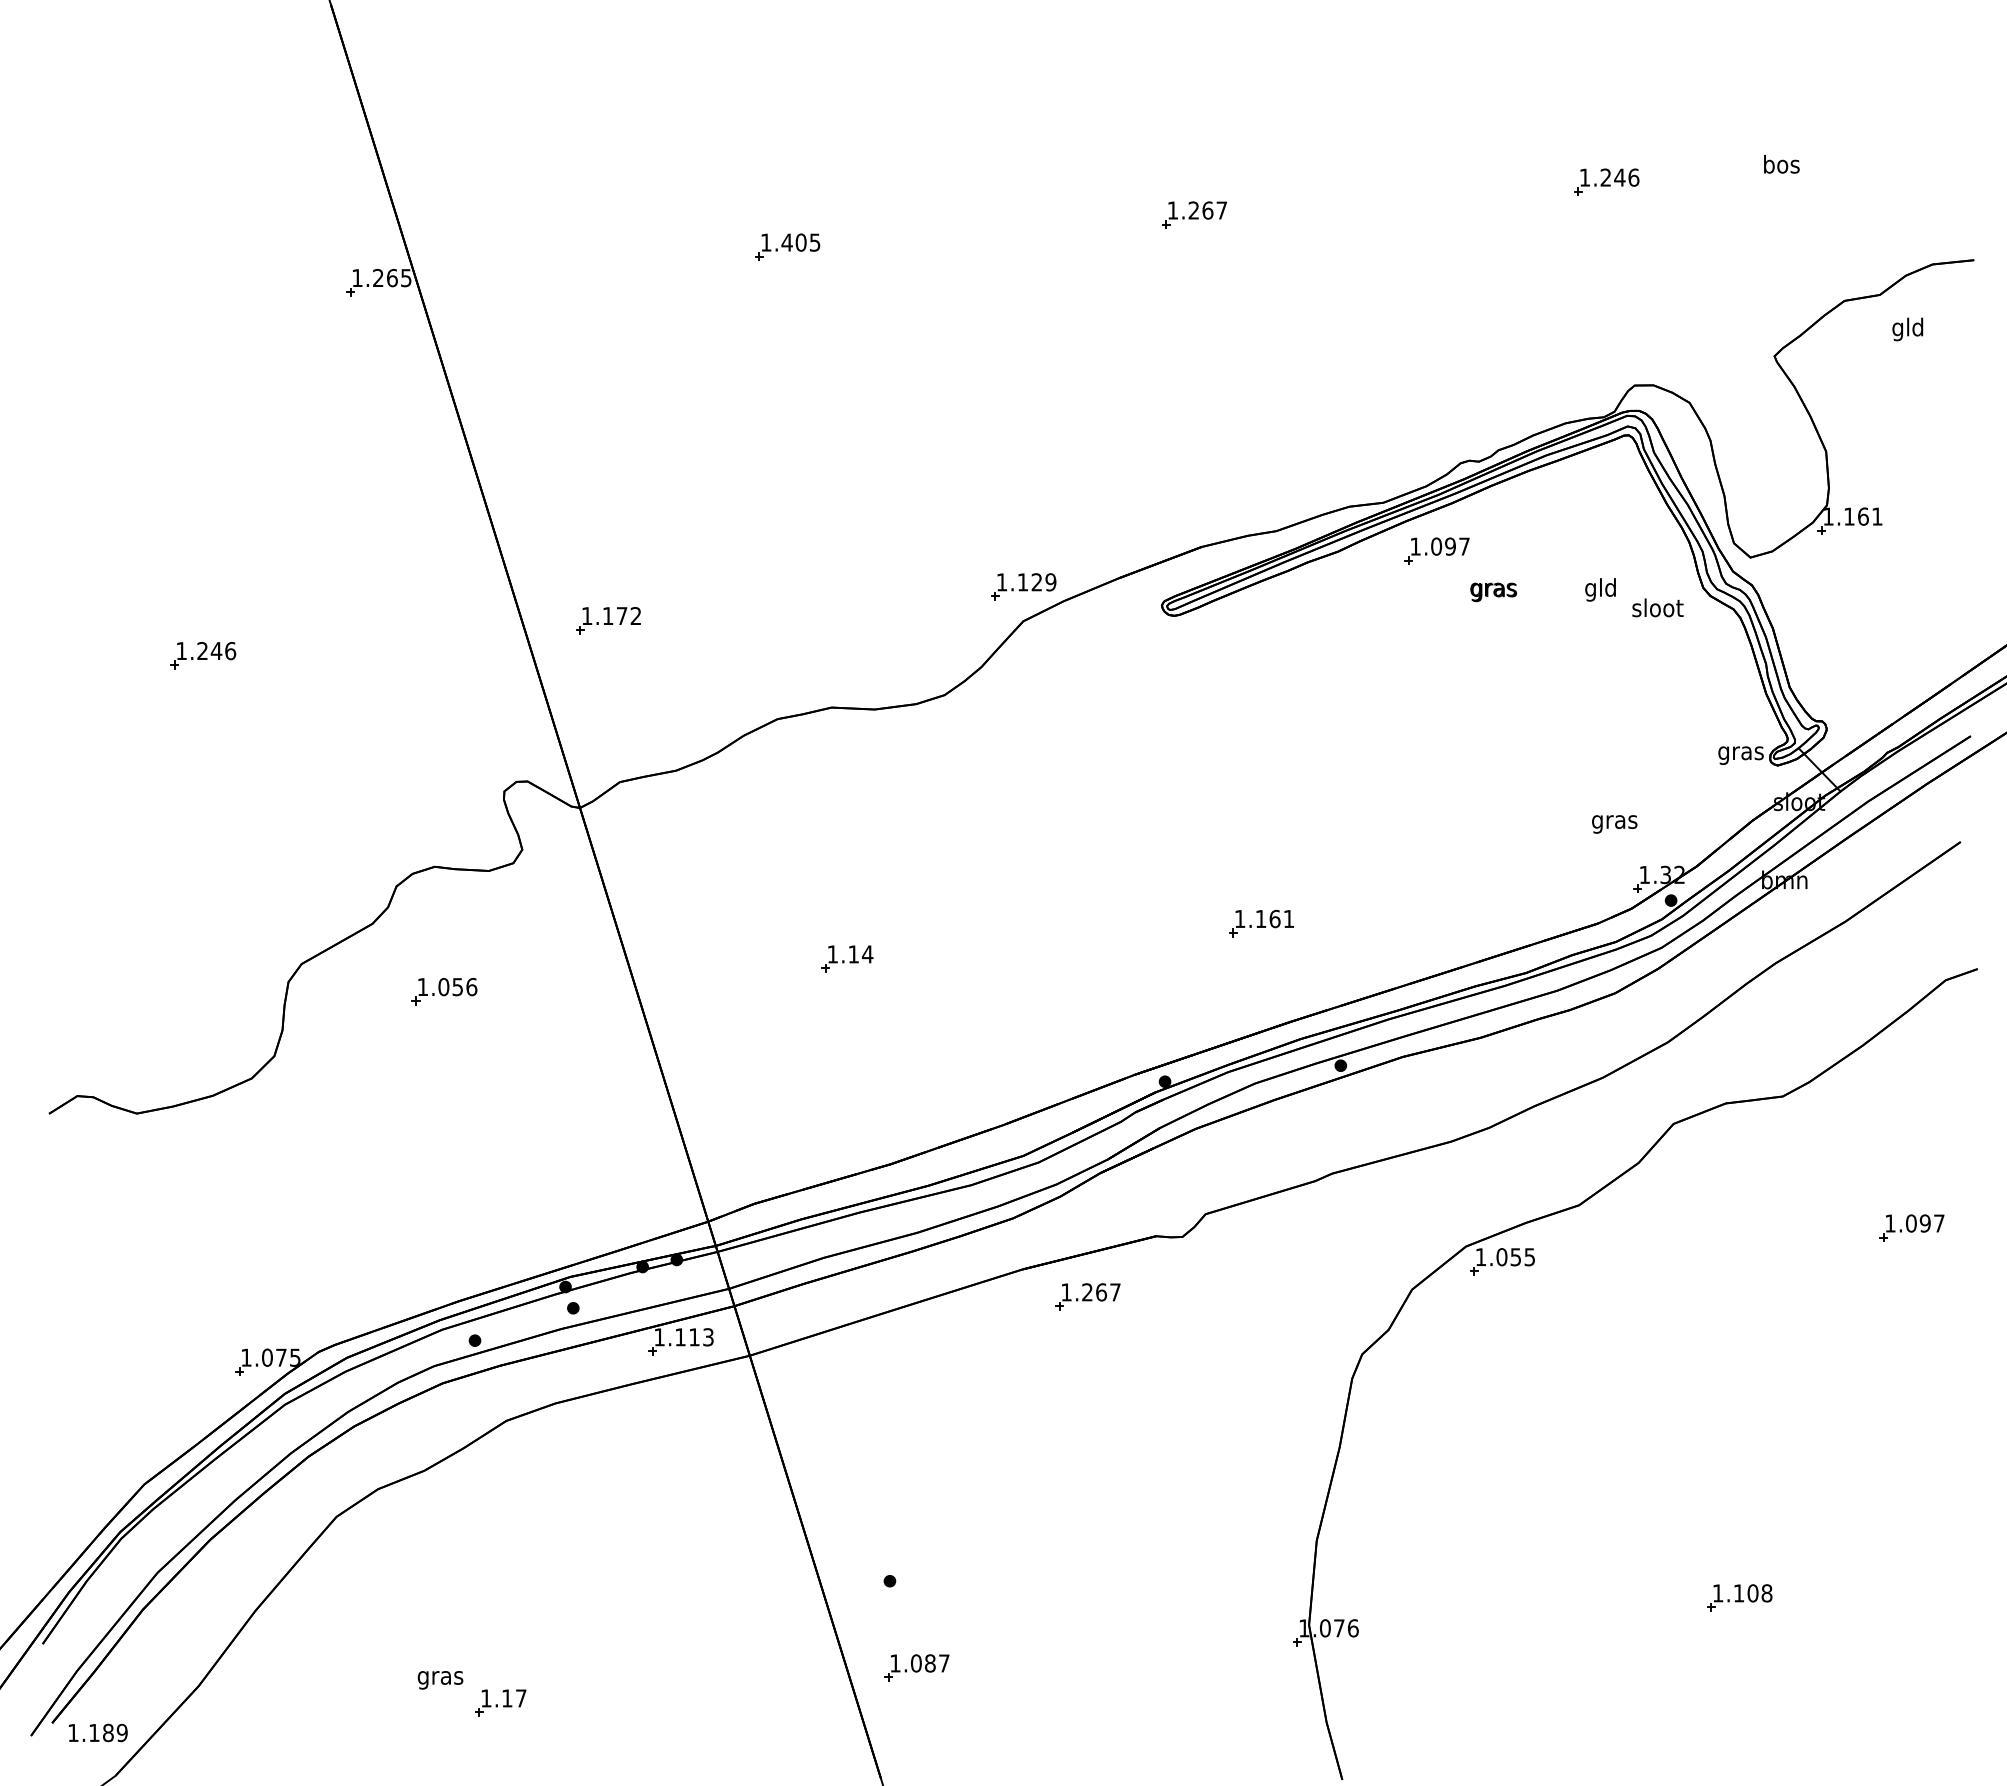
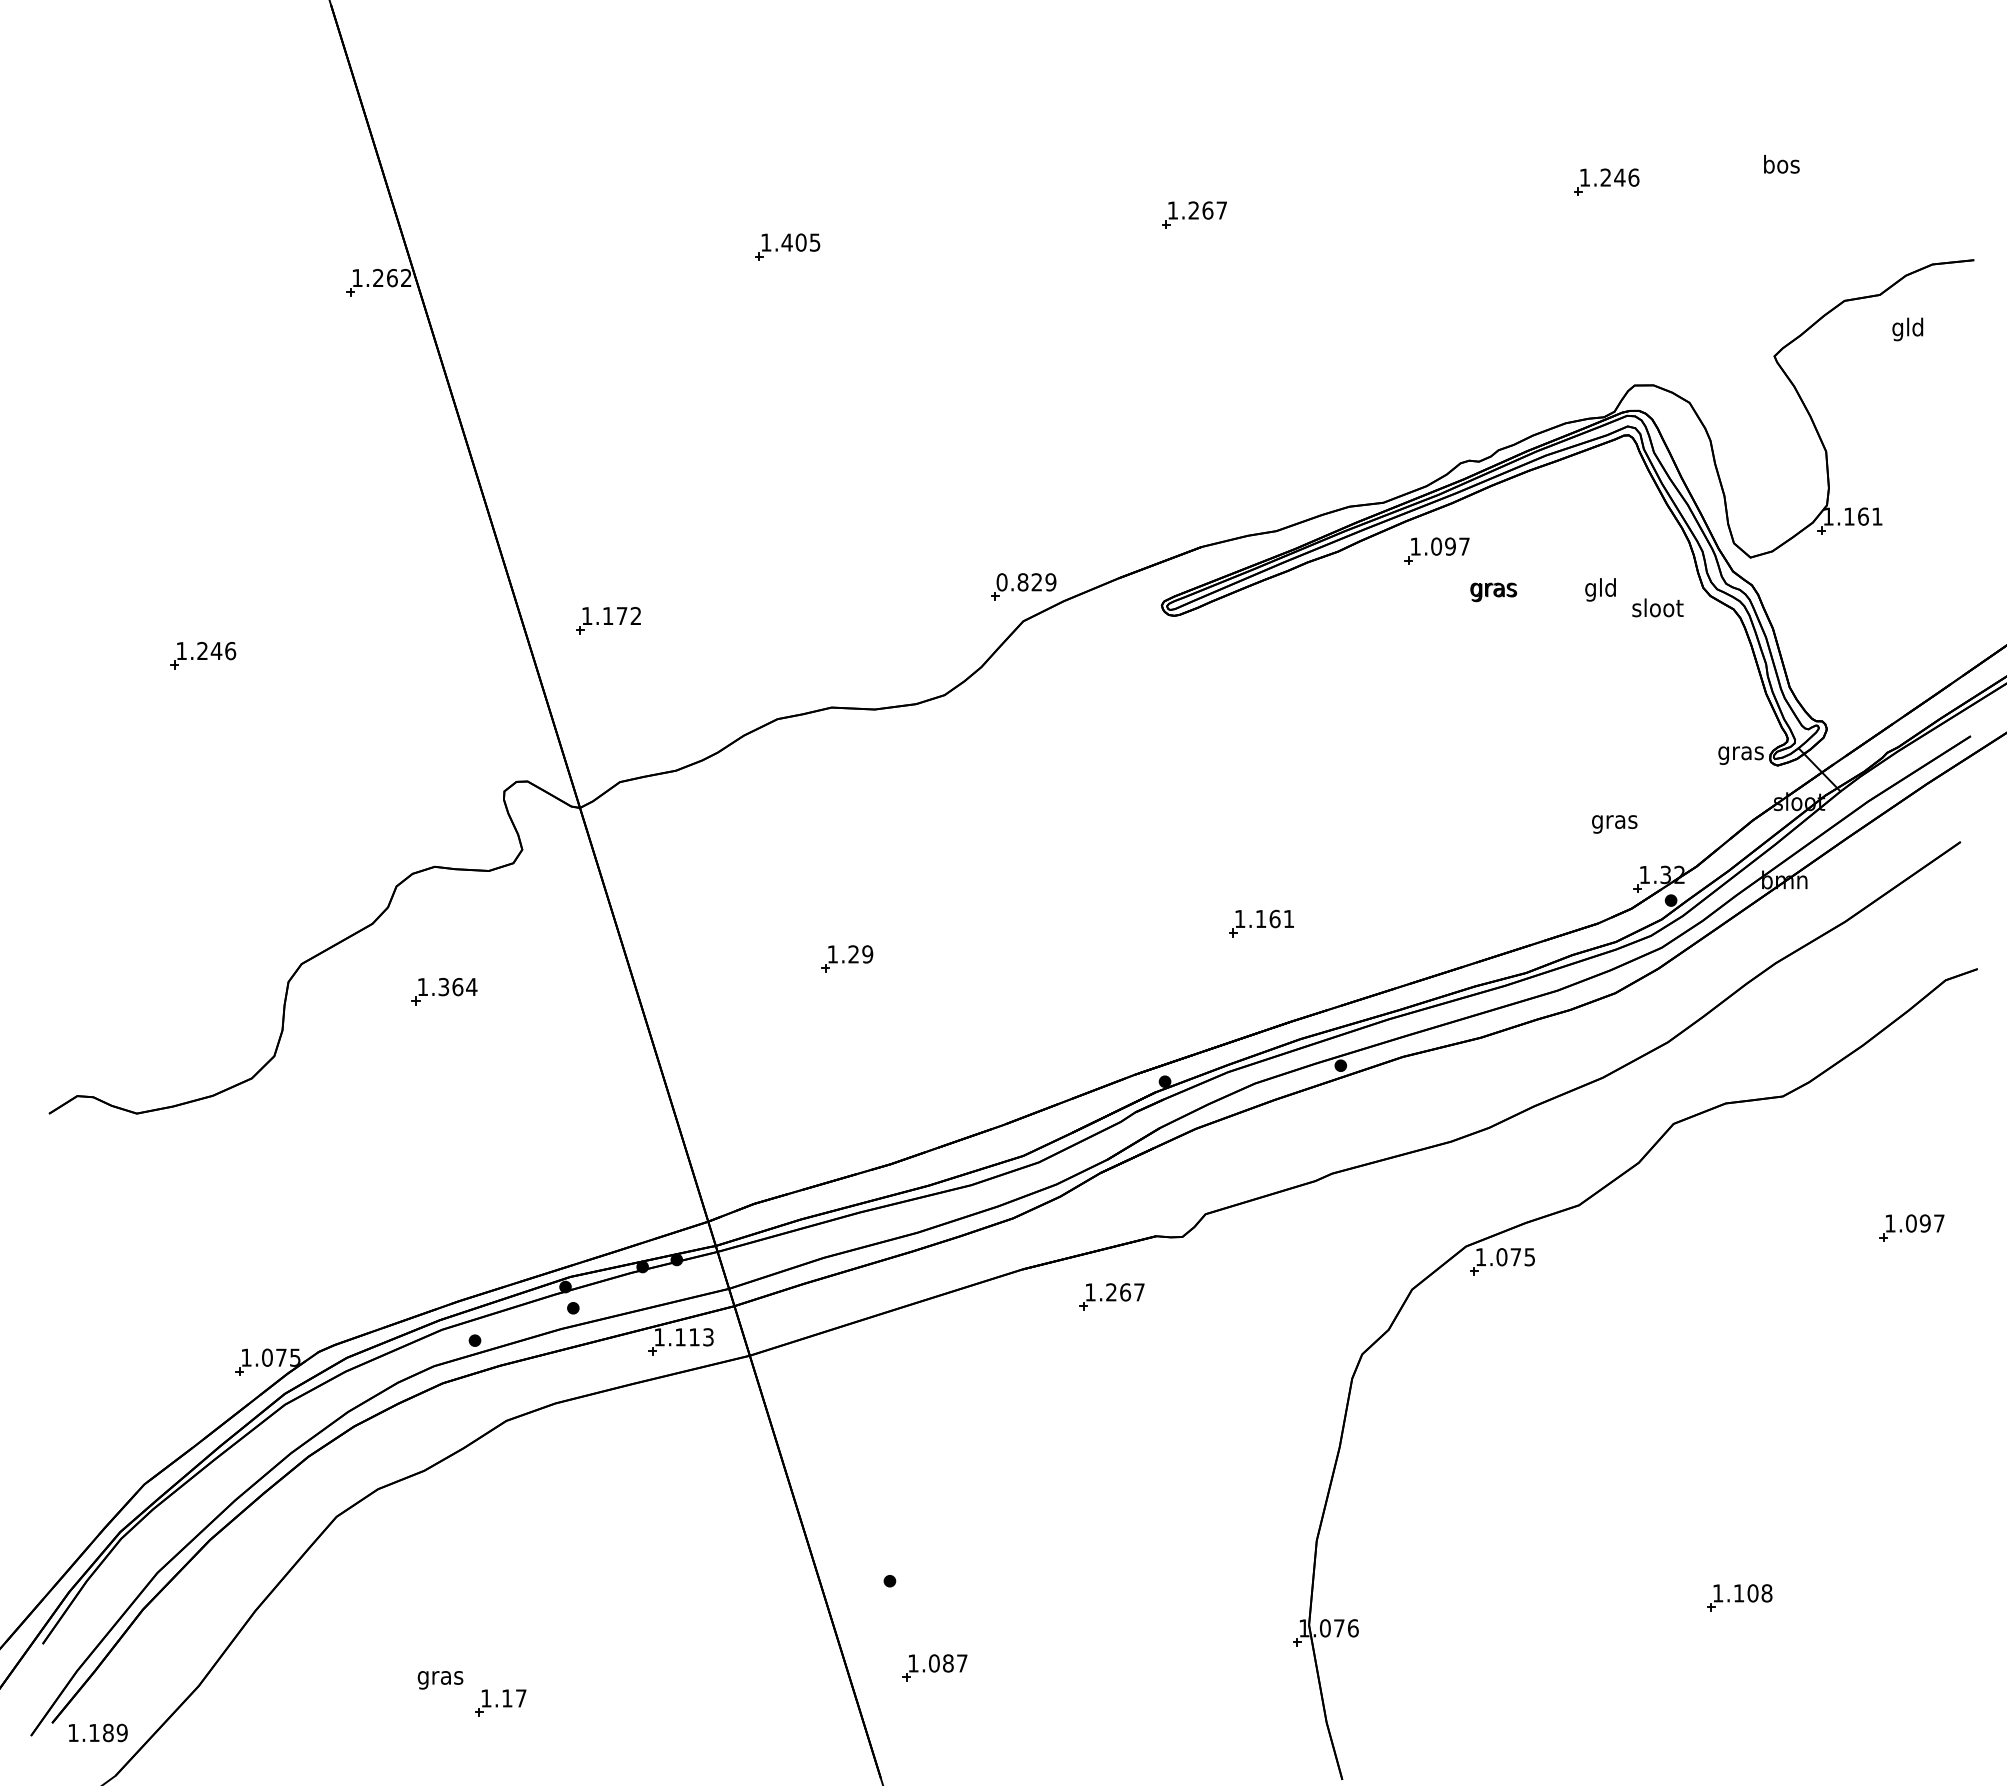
text at (406, 277): 1.265 -> 1.262
text at (1012, 582): 1.129 -> 0.829
text at (860, 954): 1.14 -> 1.29
text at (457, 986): 1.056 -> 1.364
text at (1515, 1257): 1.055 -> 1.075
part at (1087, 1296) position: (1087, 1296) -> (1111, 1296)
part at (916, 1667) position: (916, 1667) -> (934, 1667)
